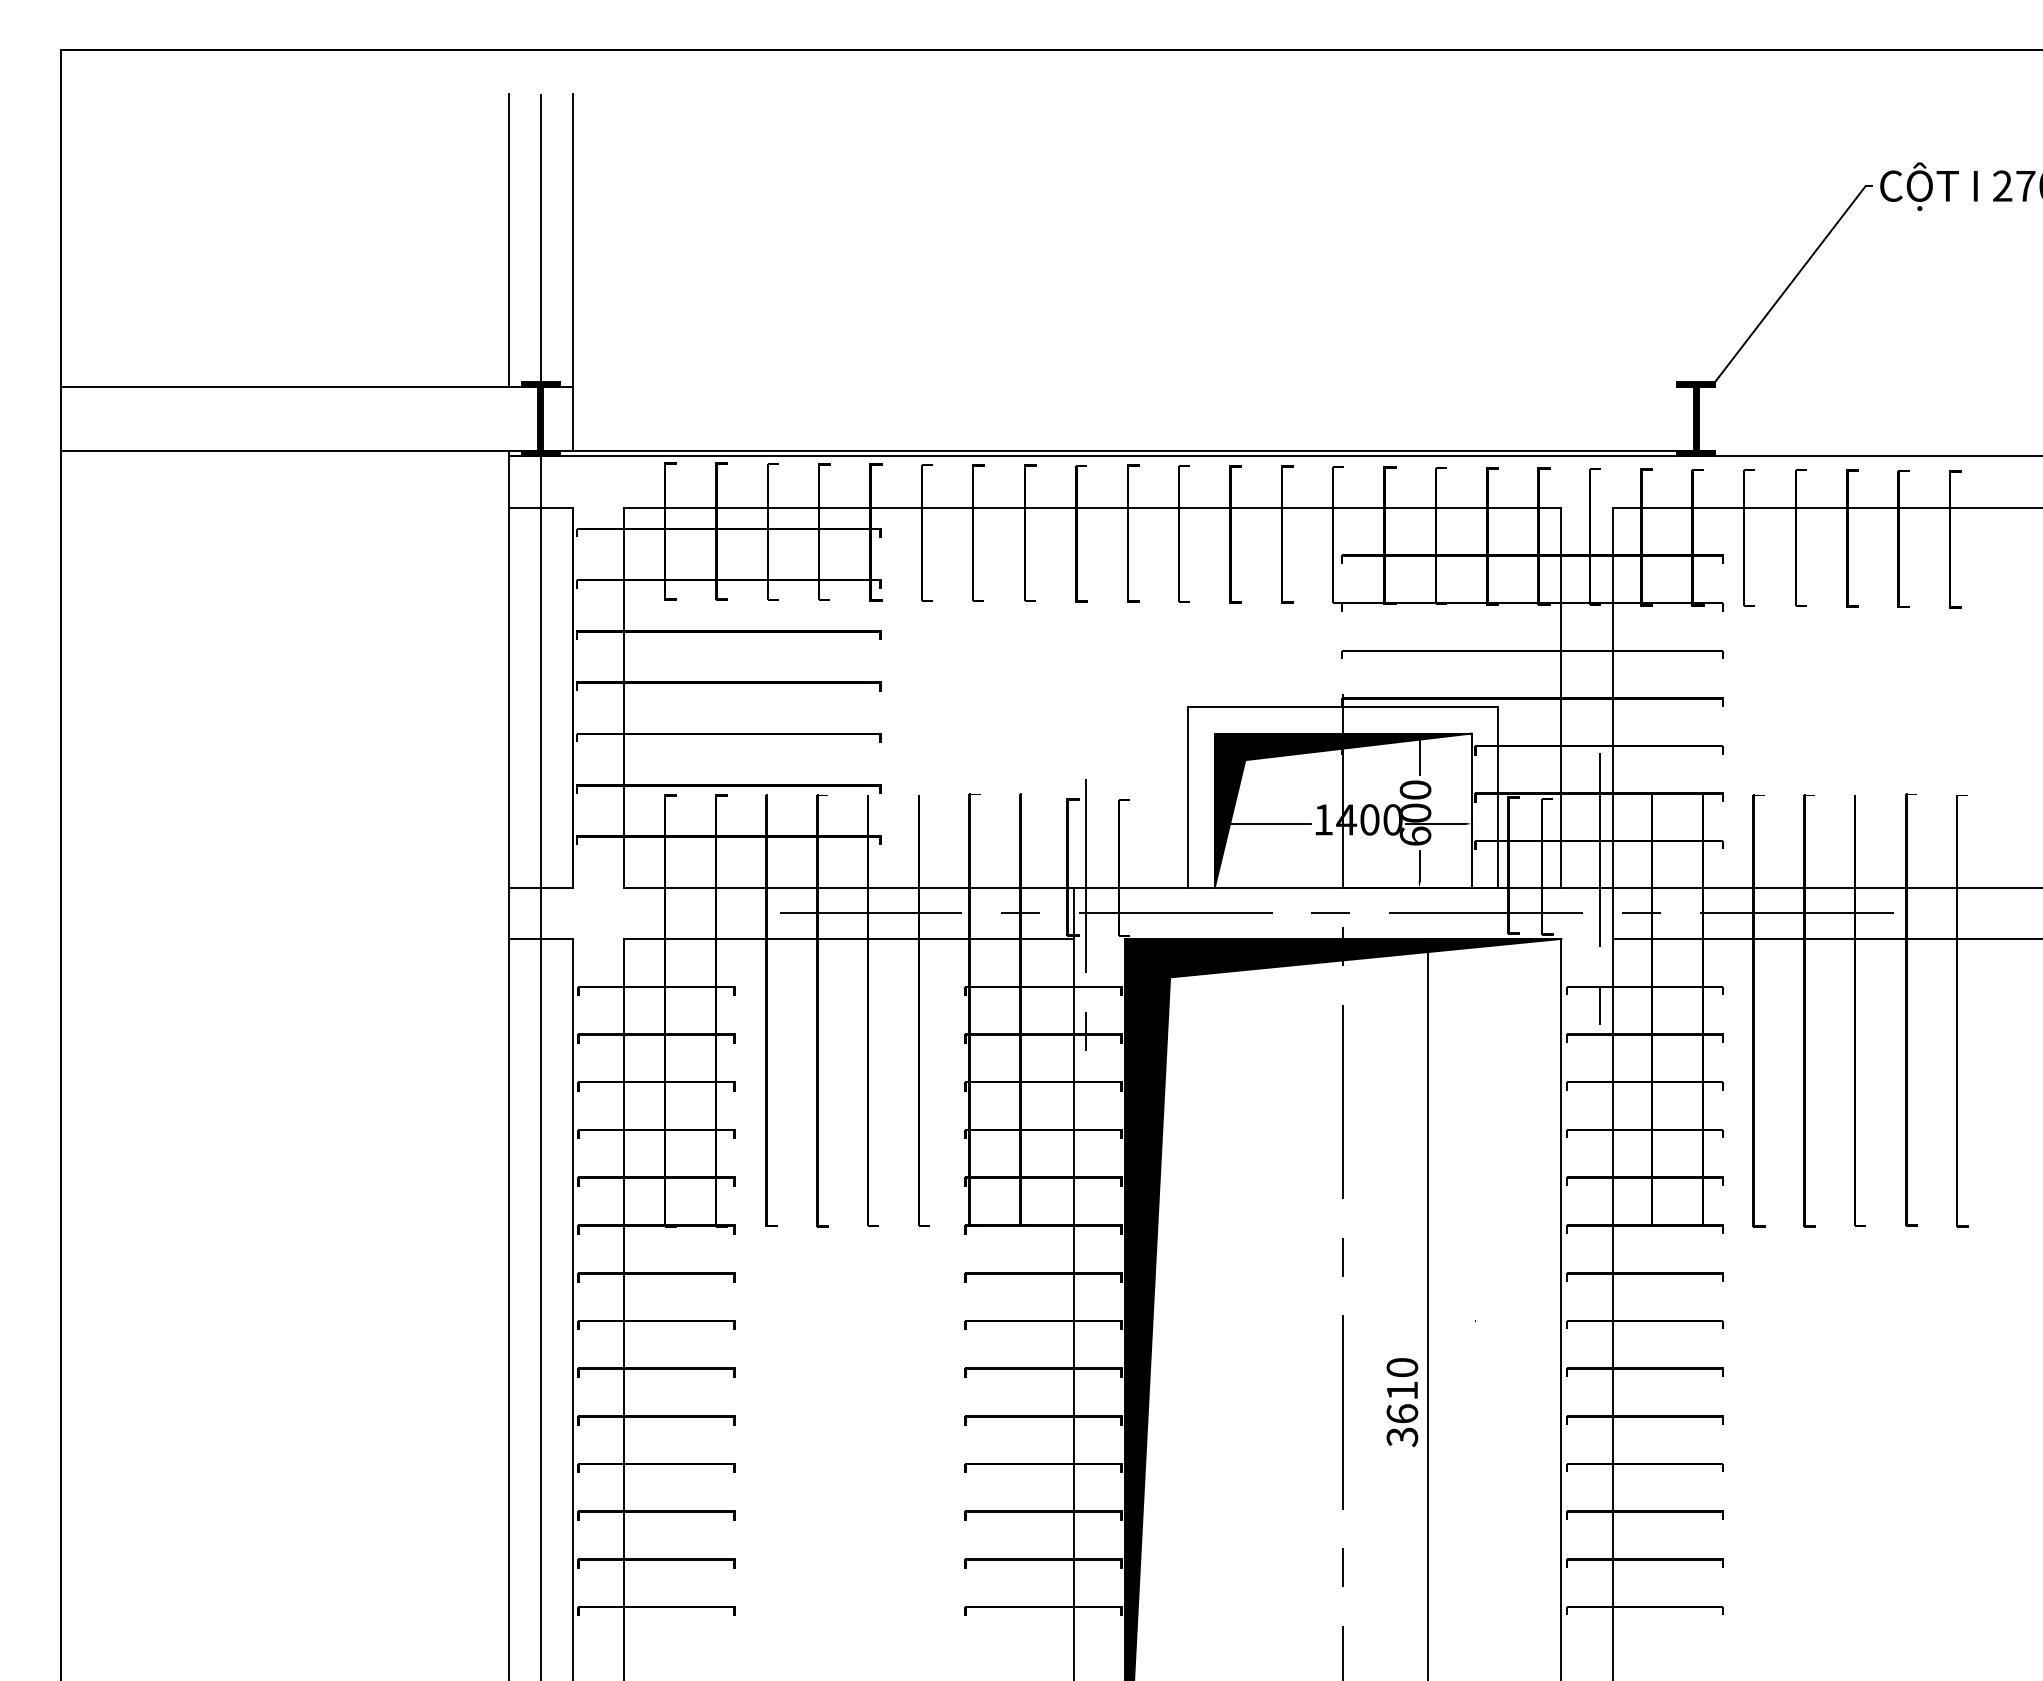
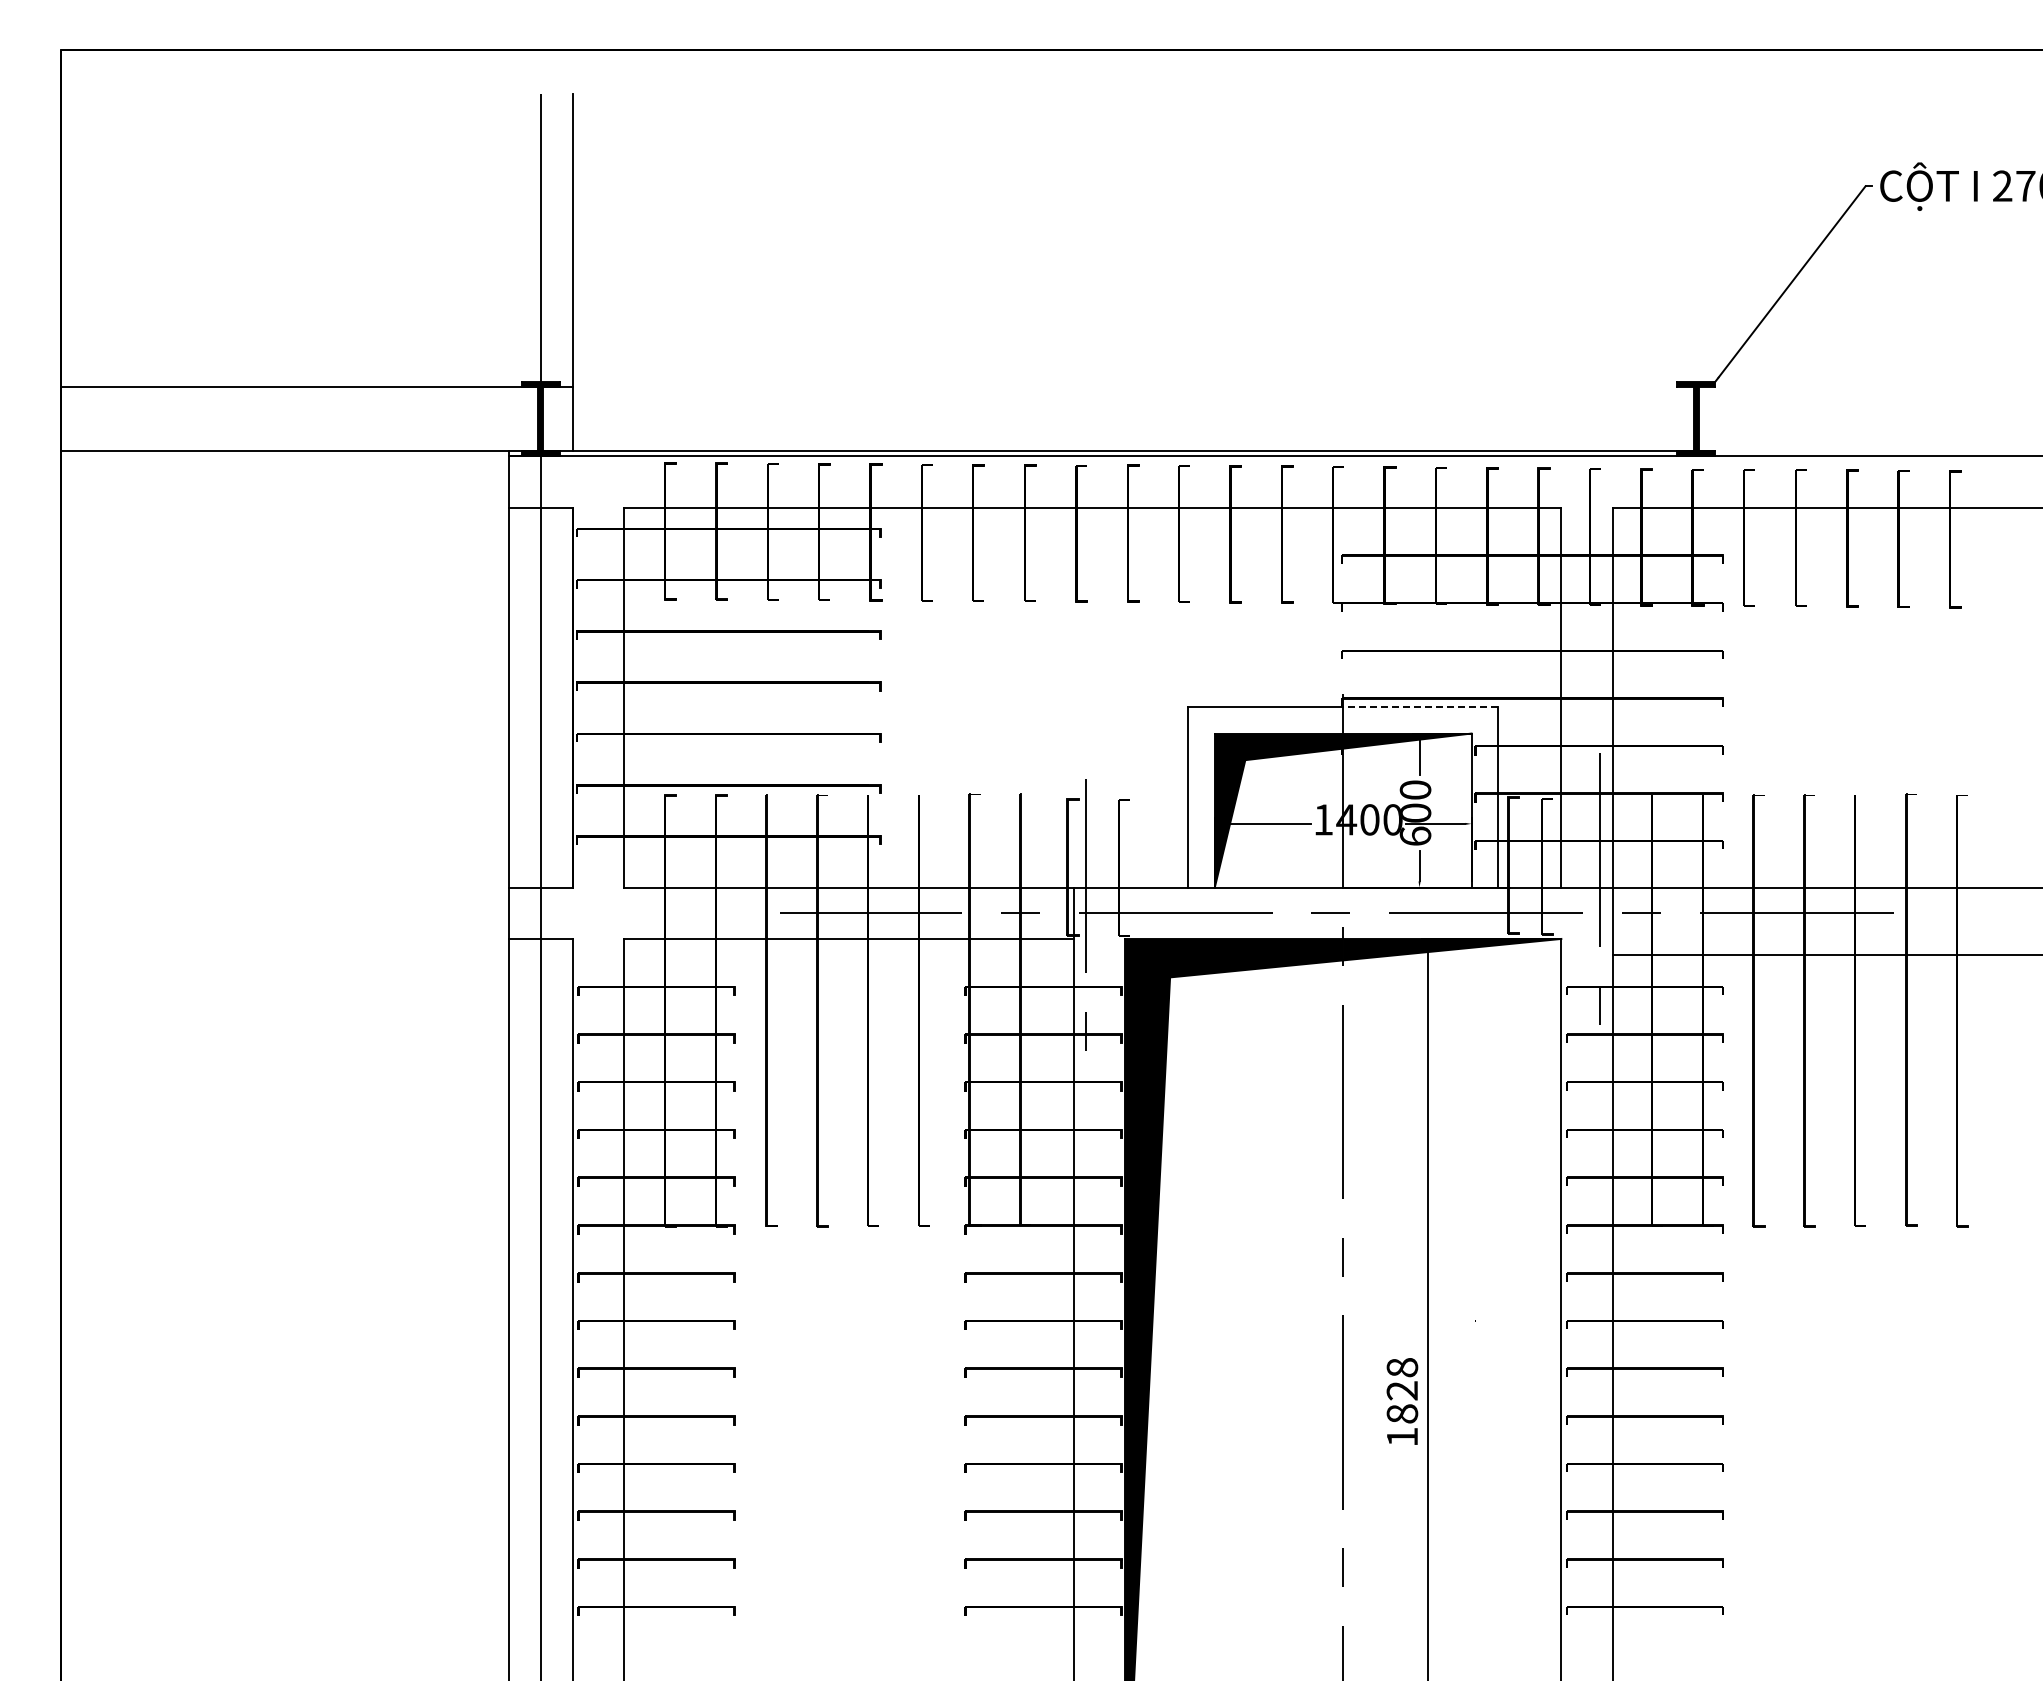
line at (508, 240): present -> none
line at (1420, 706): solid -> dashed
line at (1825, 938) position: (1825, 938) -> (1825, 954)
text at (1402, 1402): 3610 -> 1828
